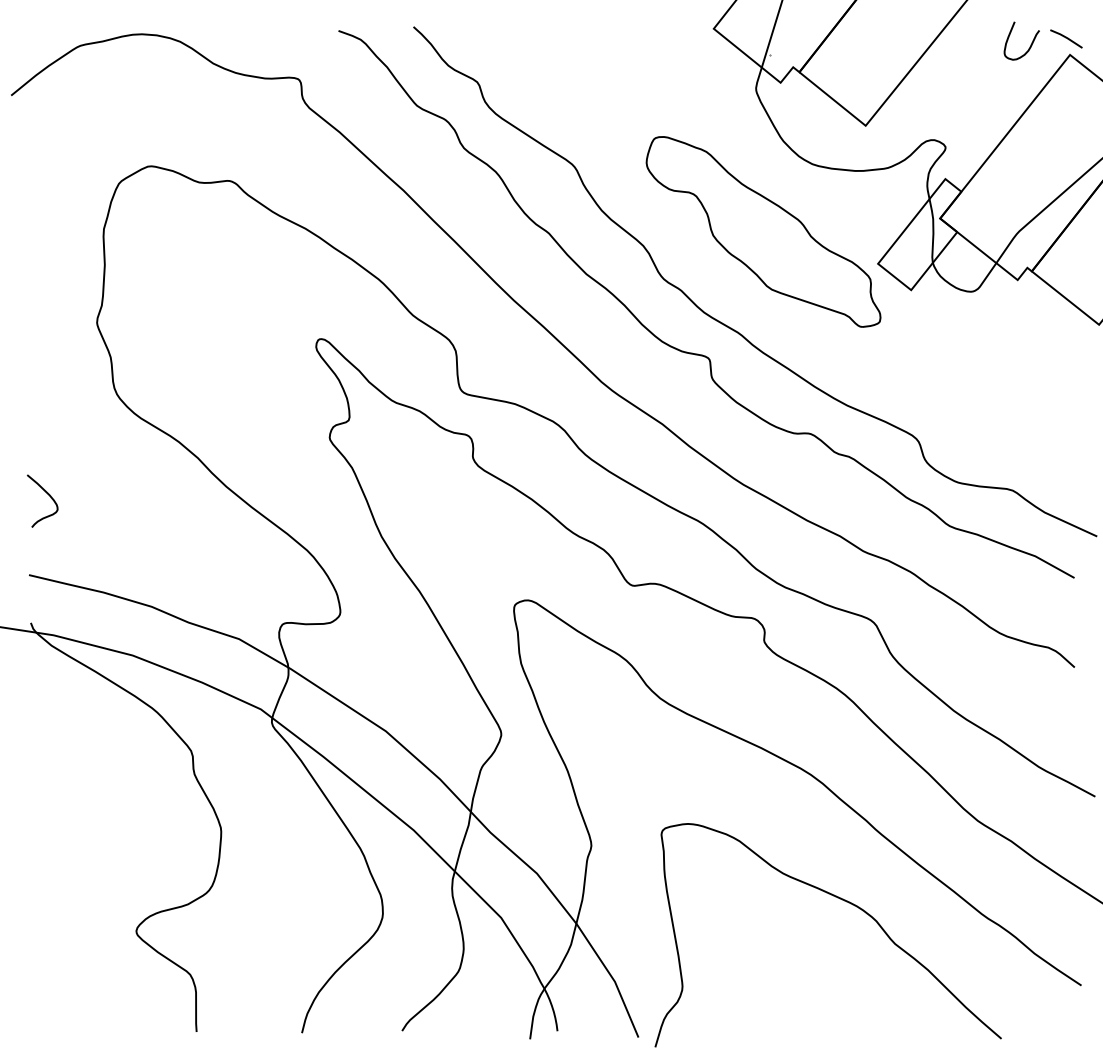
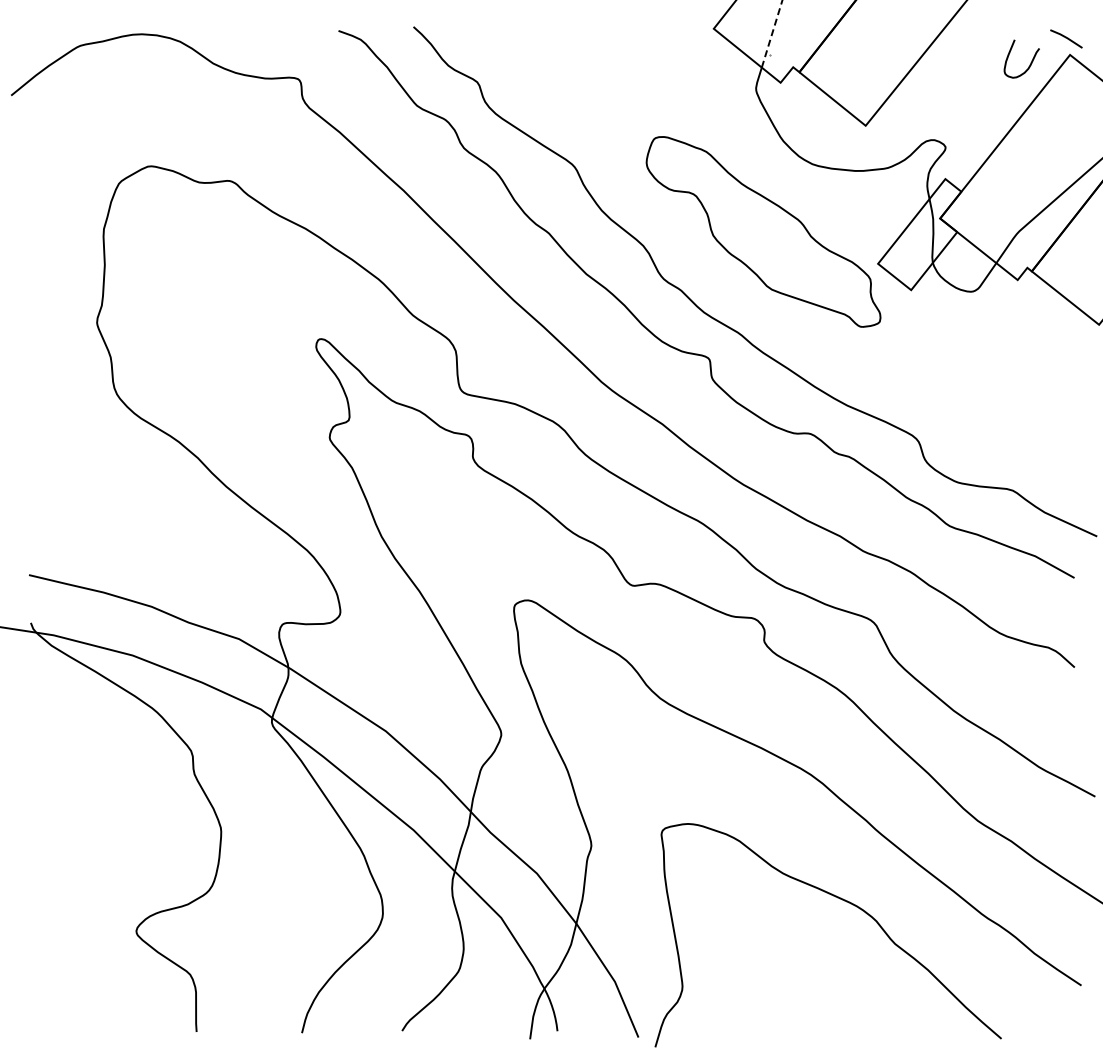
line at (772, 33): solid -> dashed
curve at (1030, 44) position: (1030, 44) -> (1030, 62)
curve at (47, 494): present -> none
